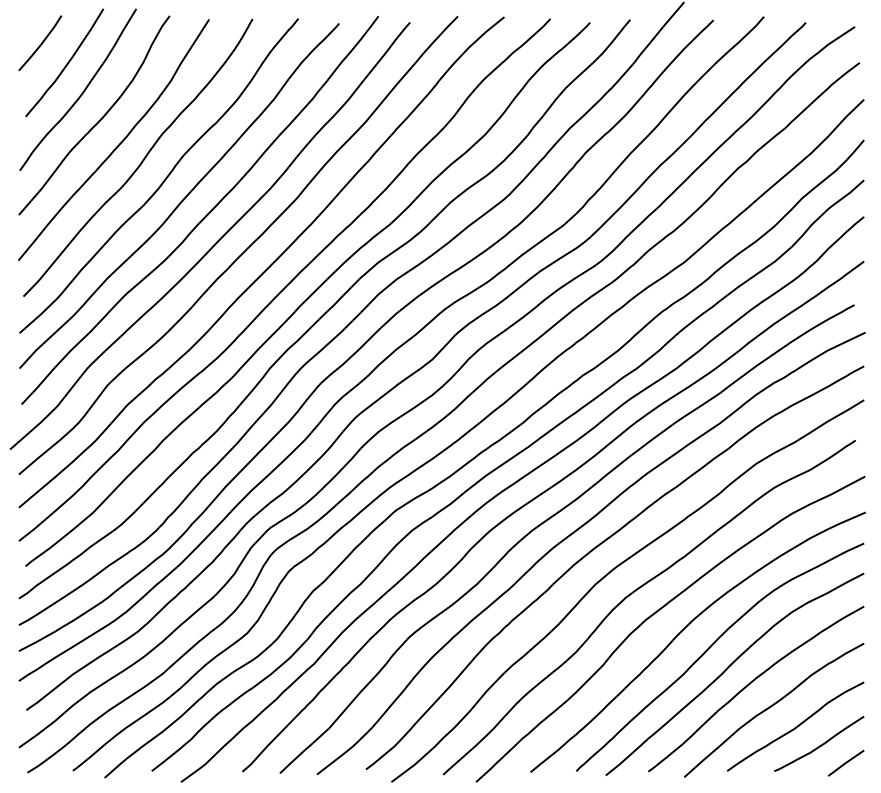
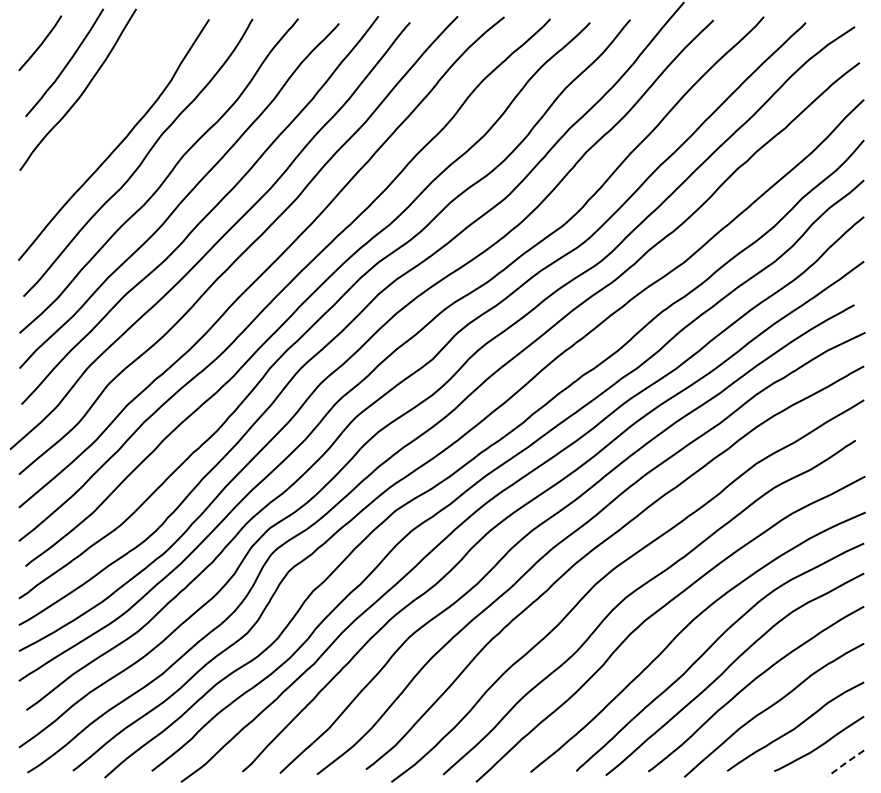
curve at (99, 119): present -> none
line at (846, 762): solid -> dashed
